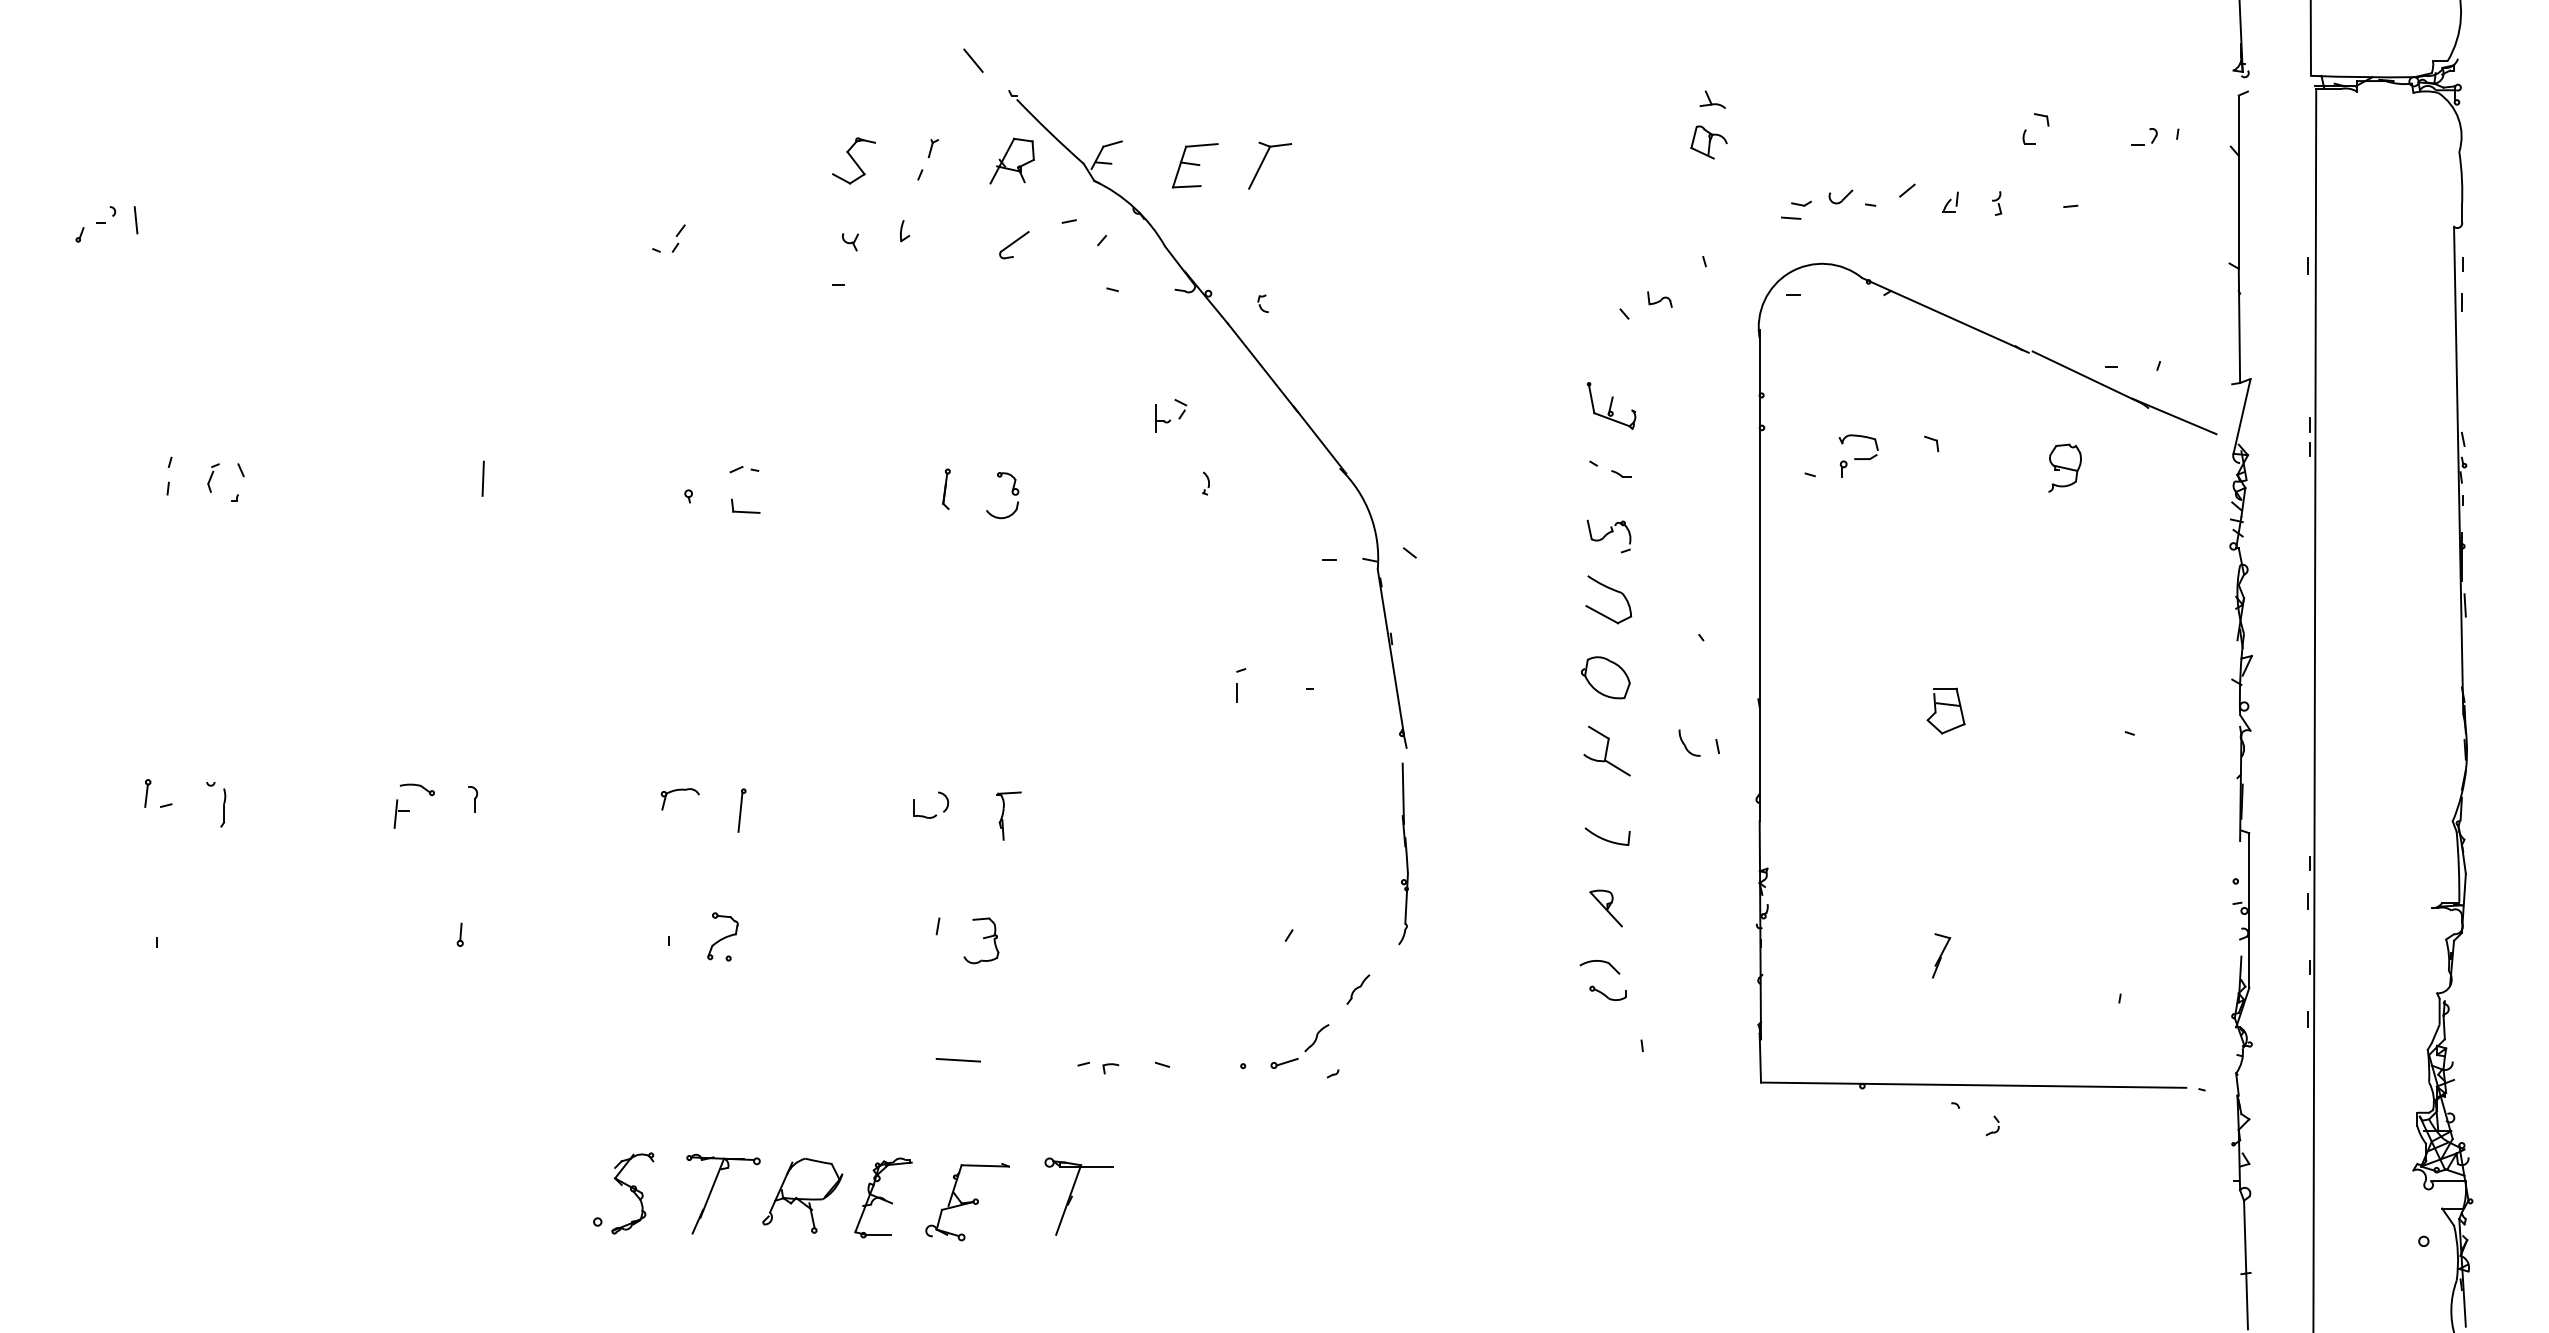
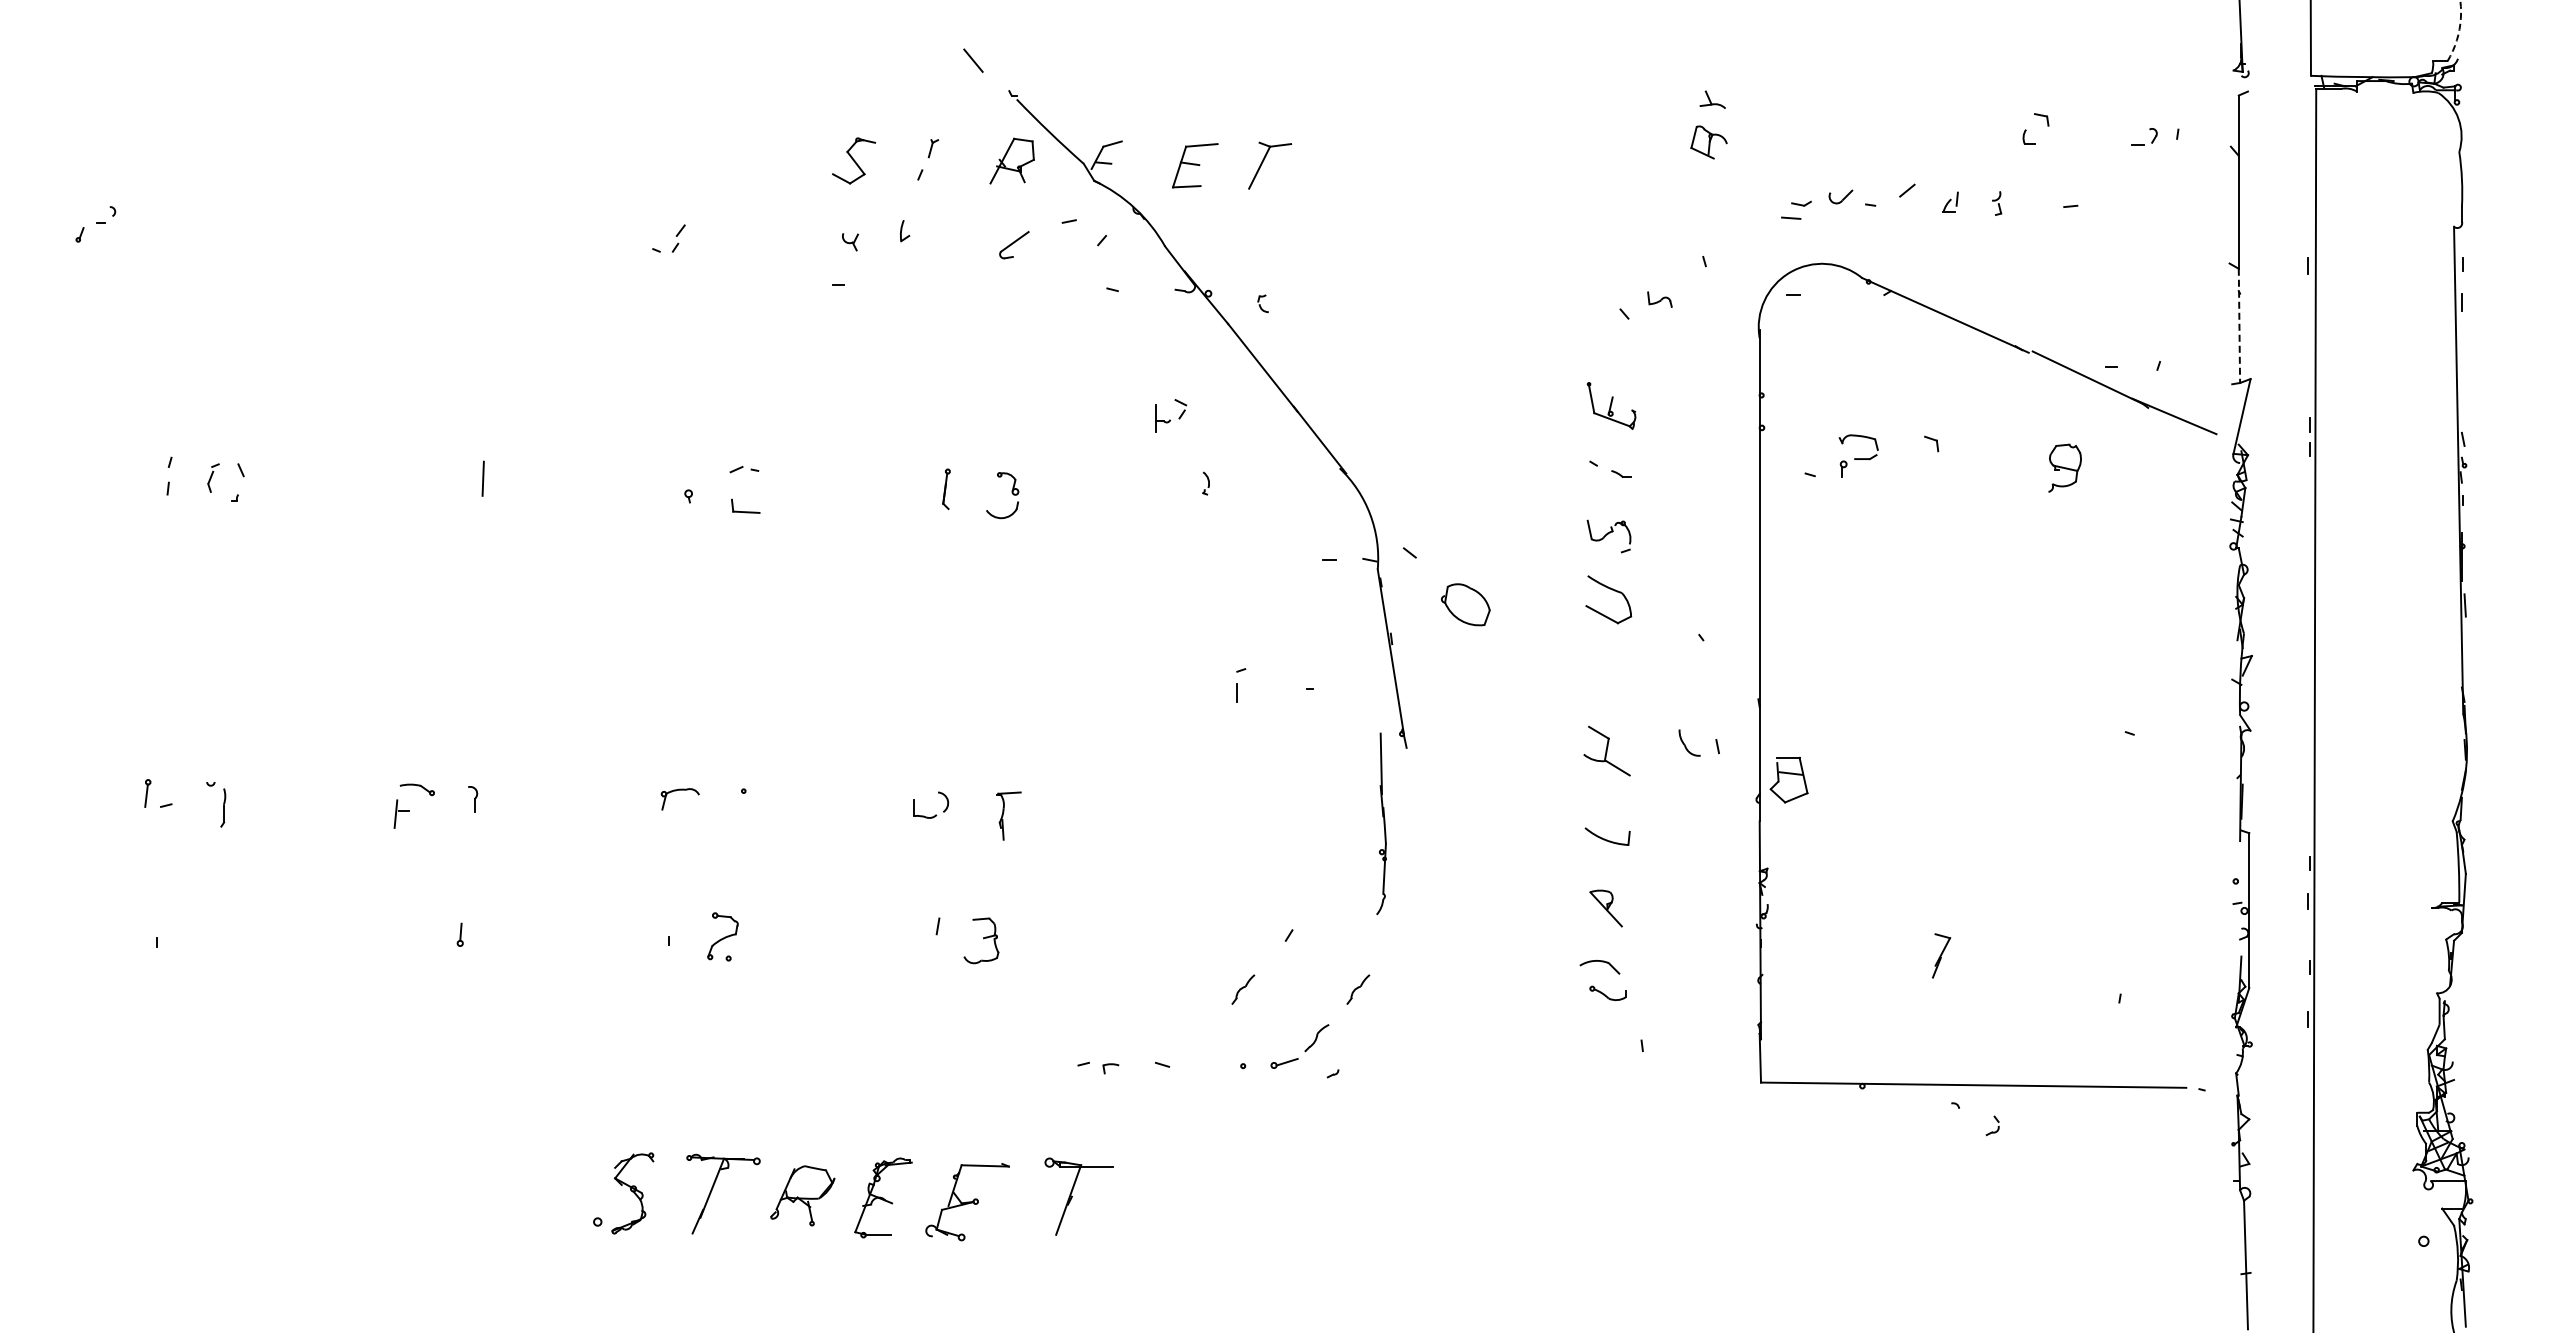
arc at (2459, 31): solid -> dashed
line at (135, 220): present -> none
line at (2239, 326): solid -> dashed
part at (1605, 677) position: (1605, 677) -> (1465, 604)
part at (1945, 710) position: (1945, 710) -> (1788, 779)
line at (740, 811): present -> none
part at (1403, 853) position: (1403, 853) -> (1381, 823)
part at (1243, 989): none -> present
line at (958, 1059): present -> none
part at (802, 1195) size: 82x76 px -> 66x62 px
